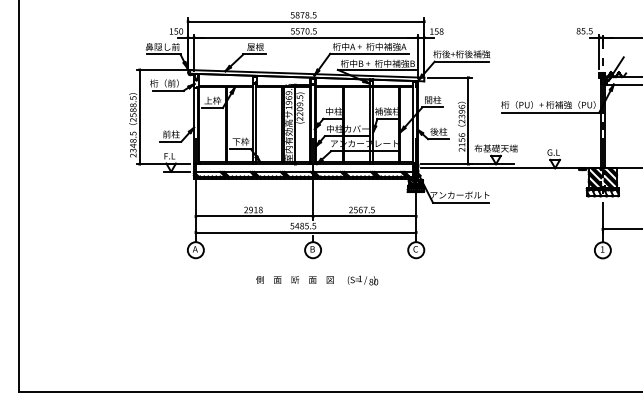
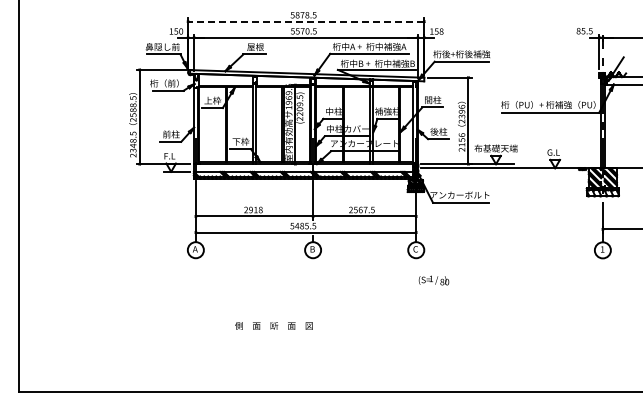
line at (305, 21): solid -> dashed
text at (294, 279) position: (294, 279) -> (273, 325)
text at (362, 280) position: (362, 280) -> (433, 280)
